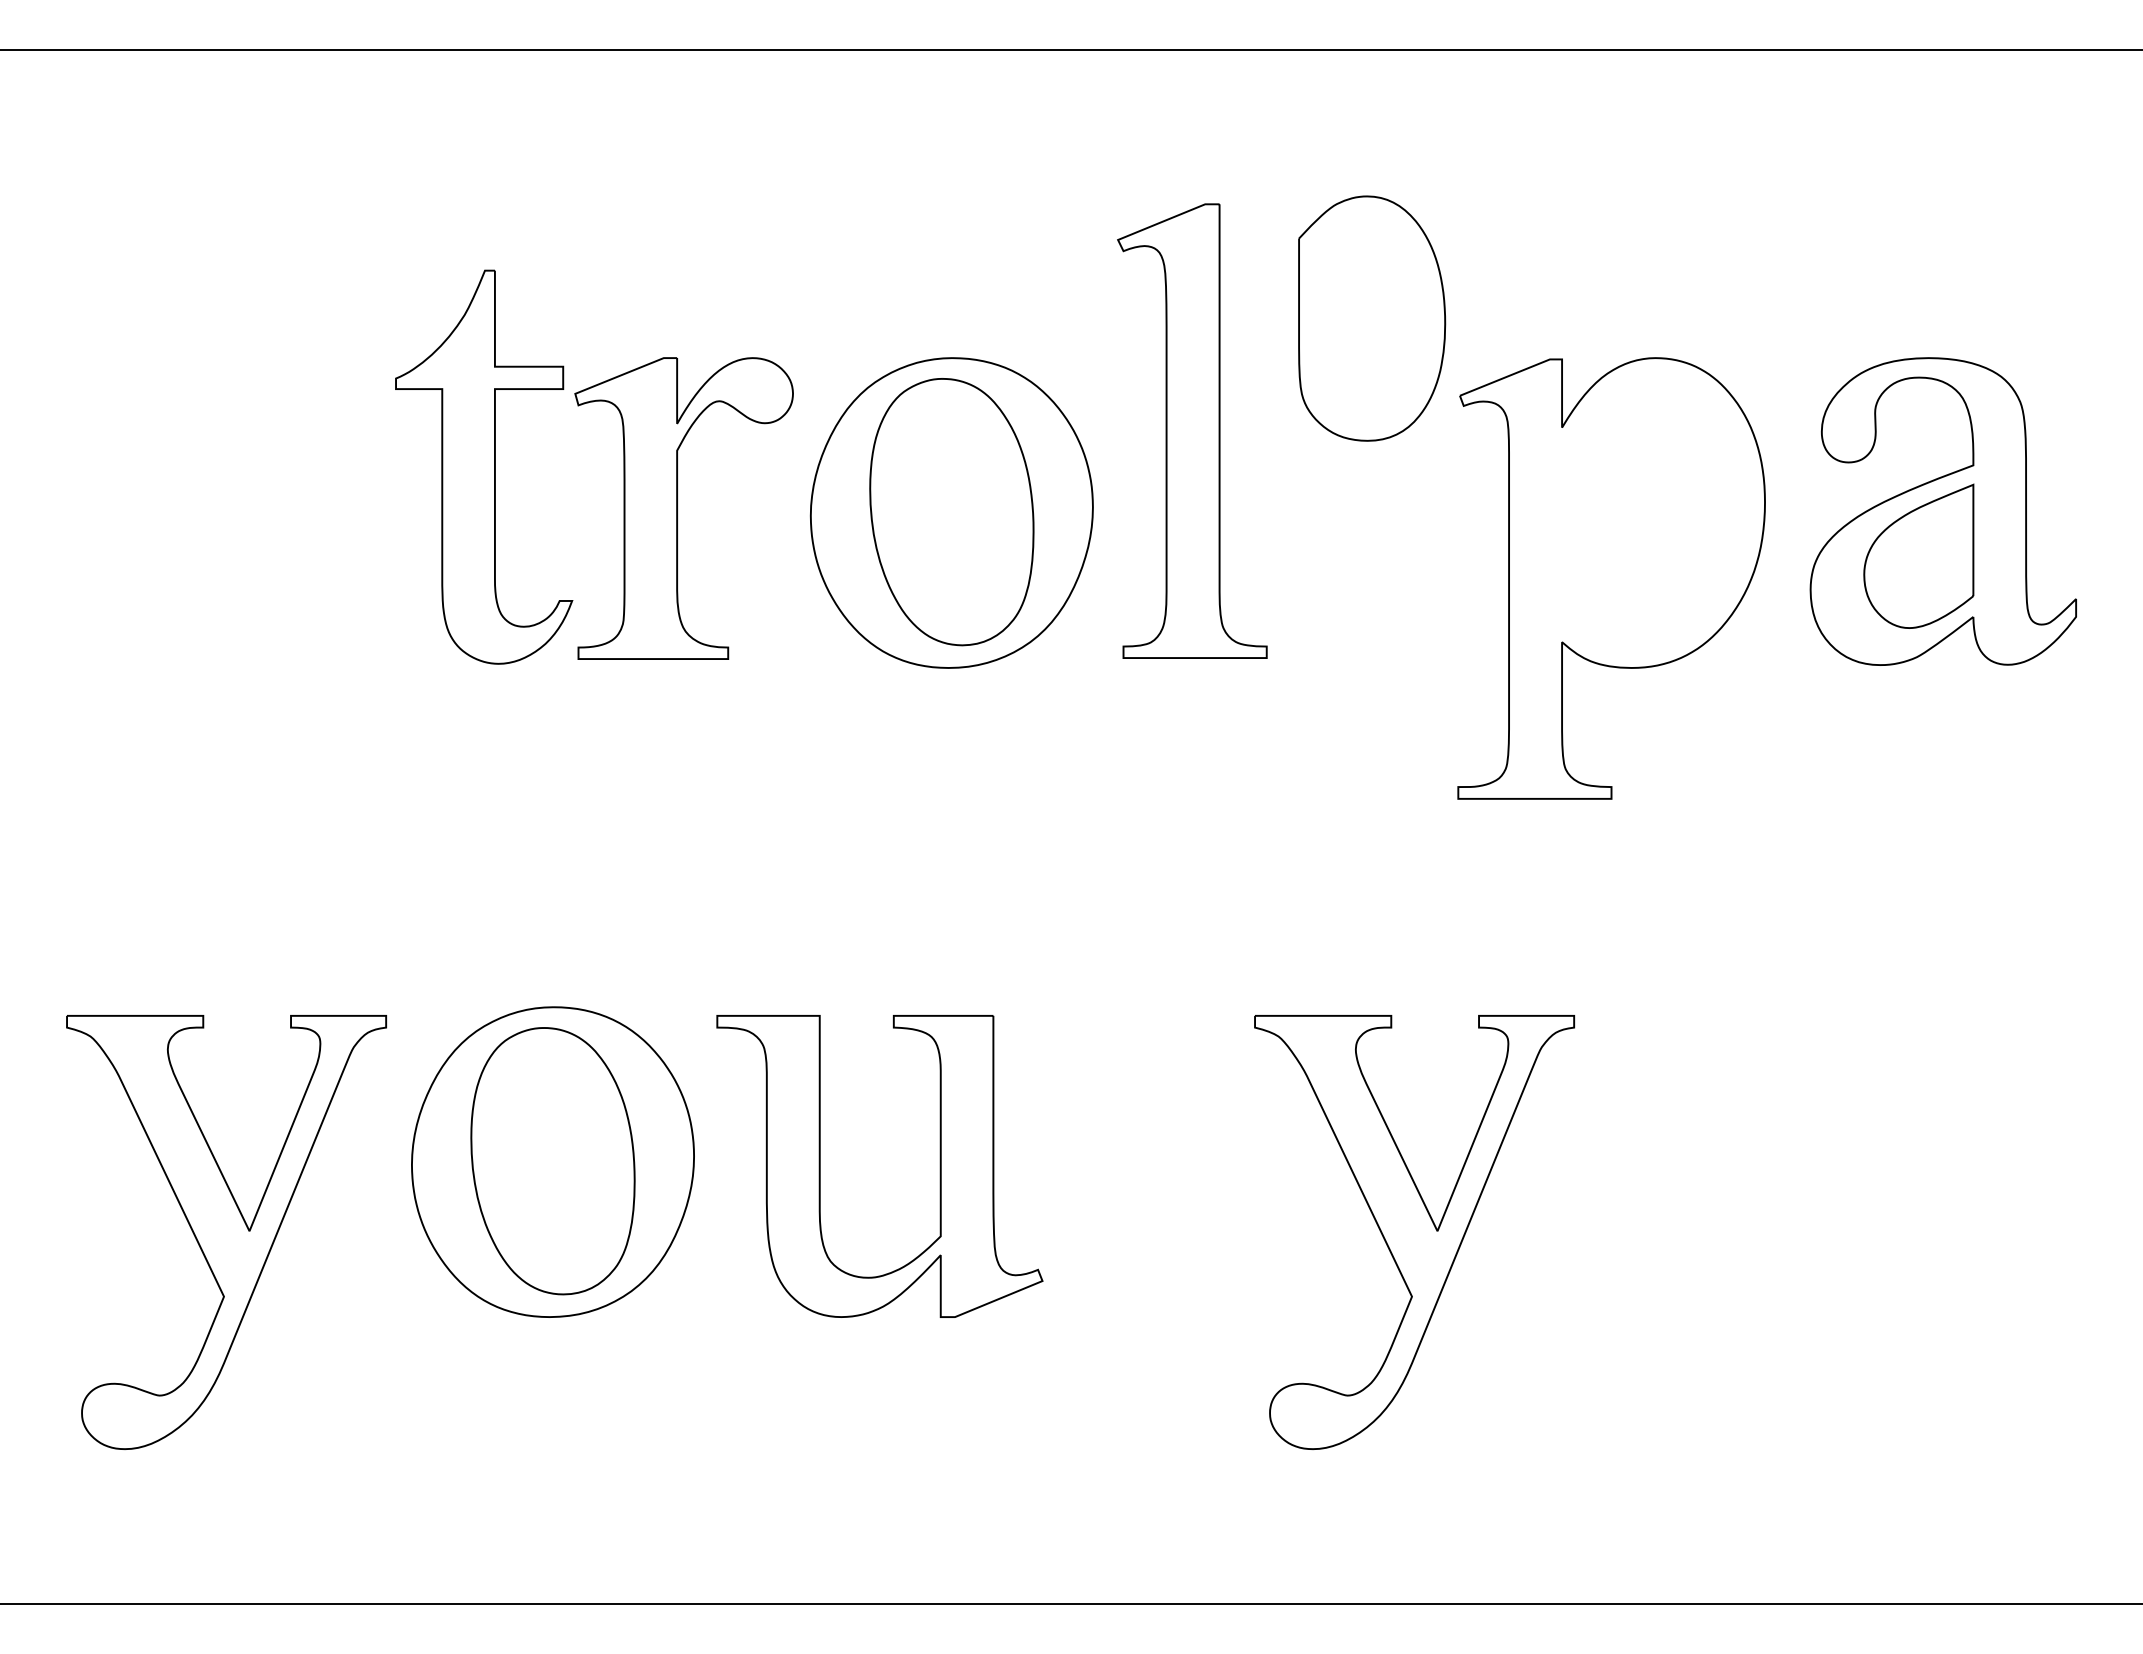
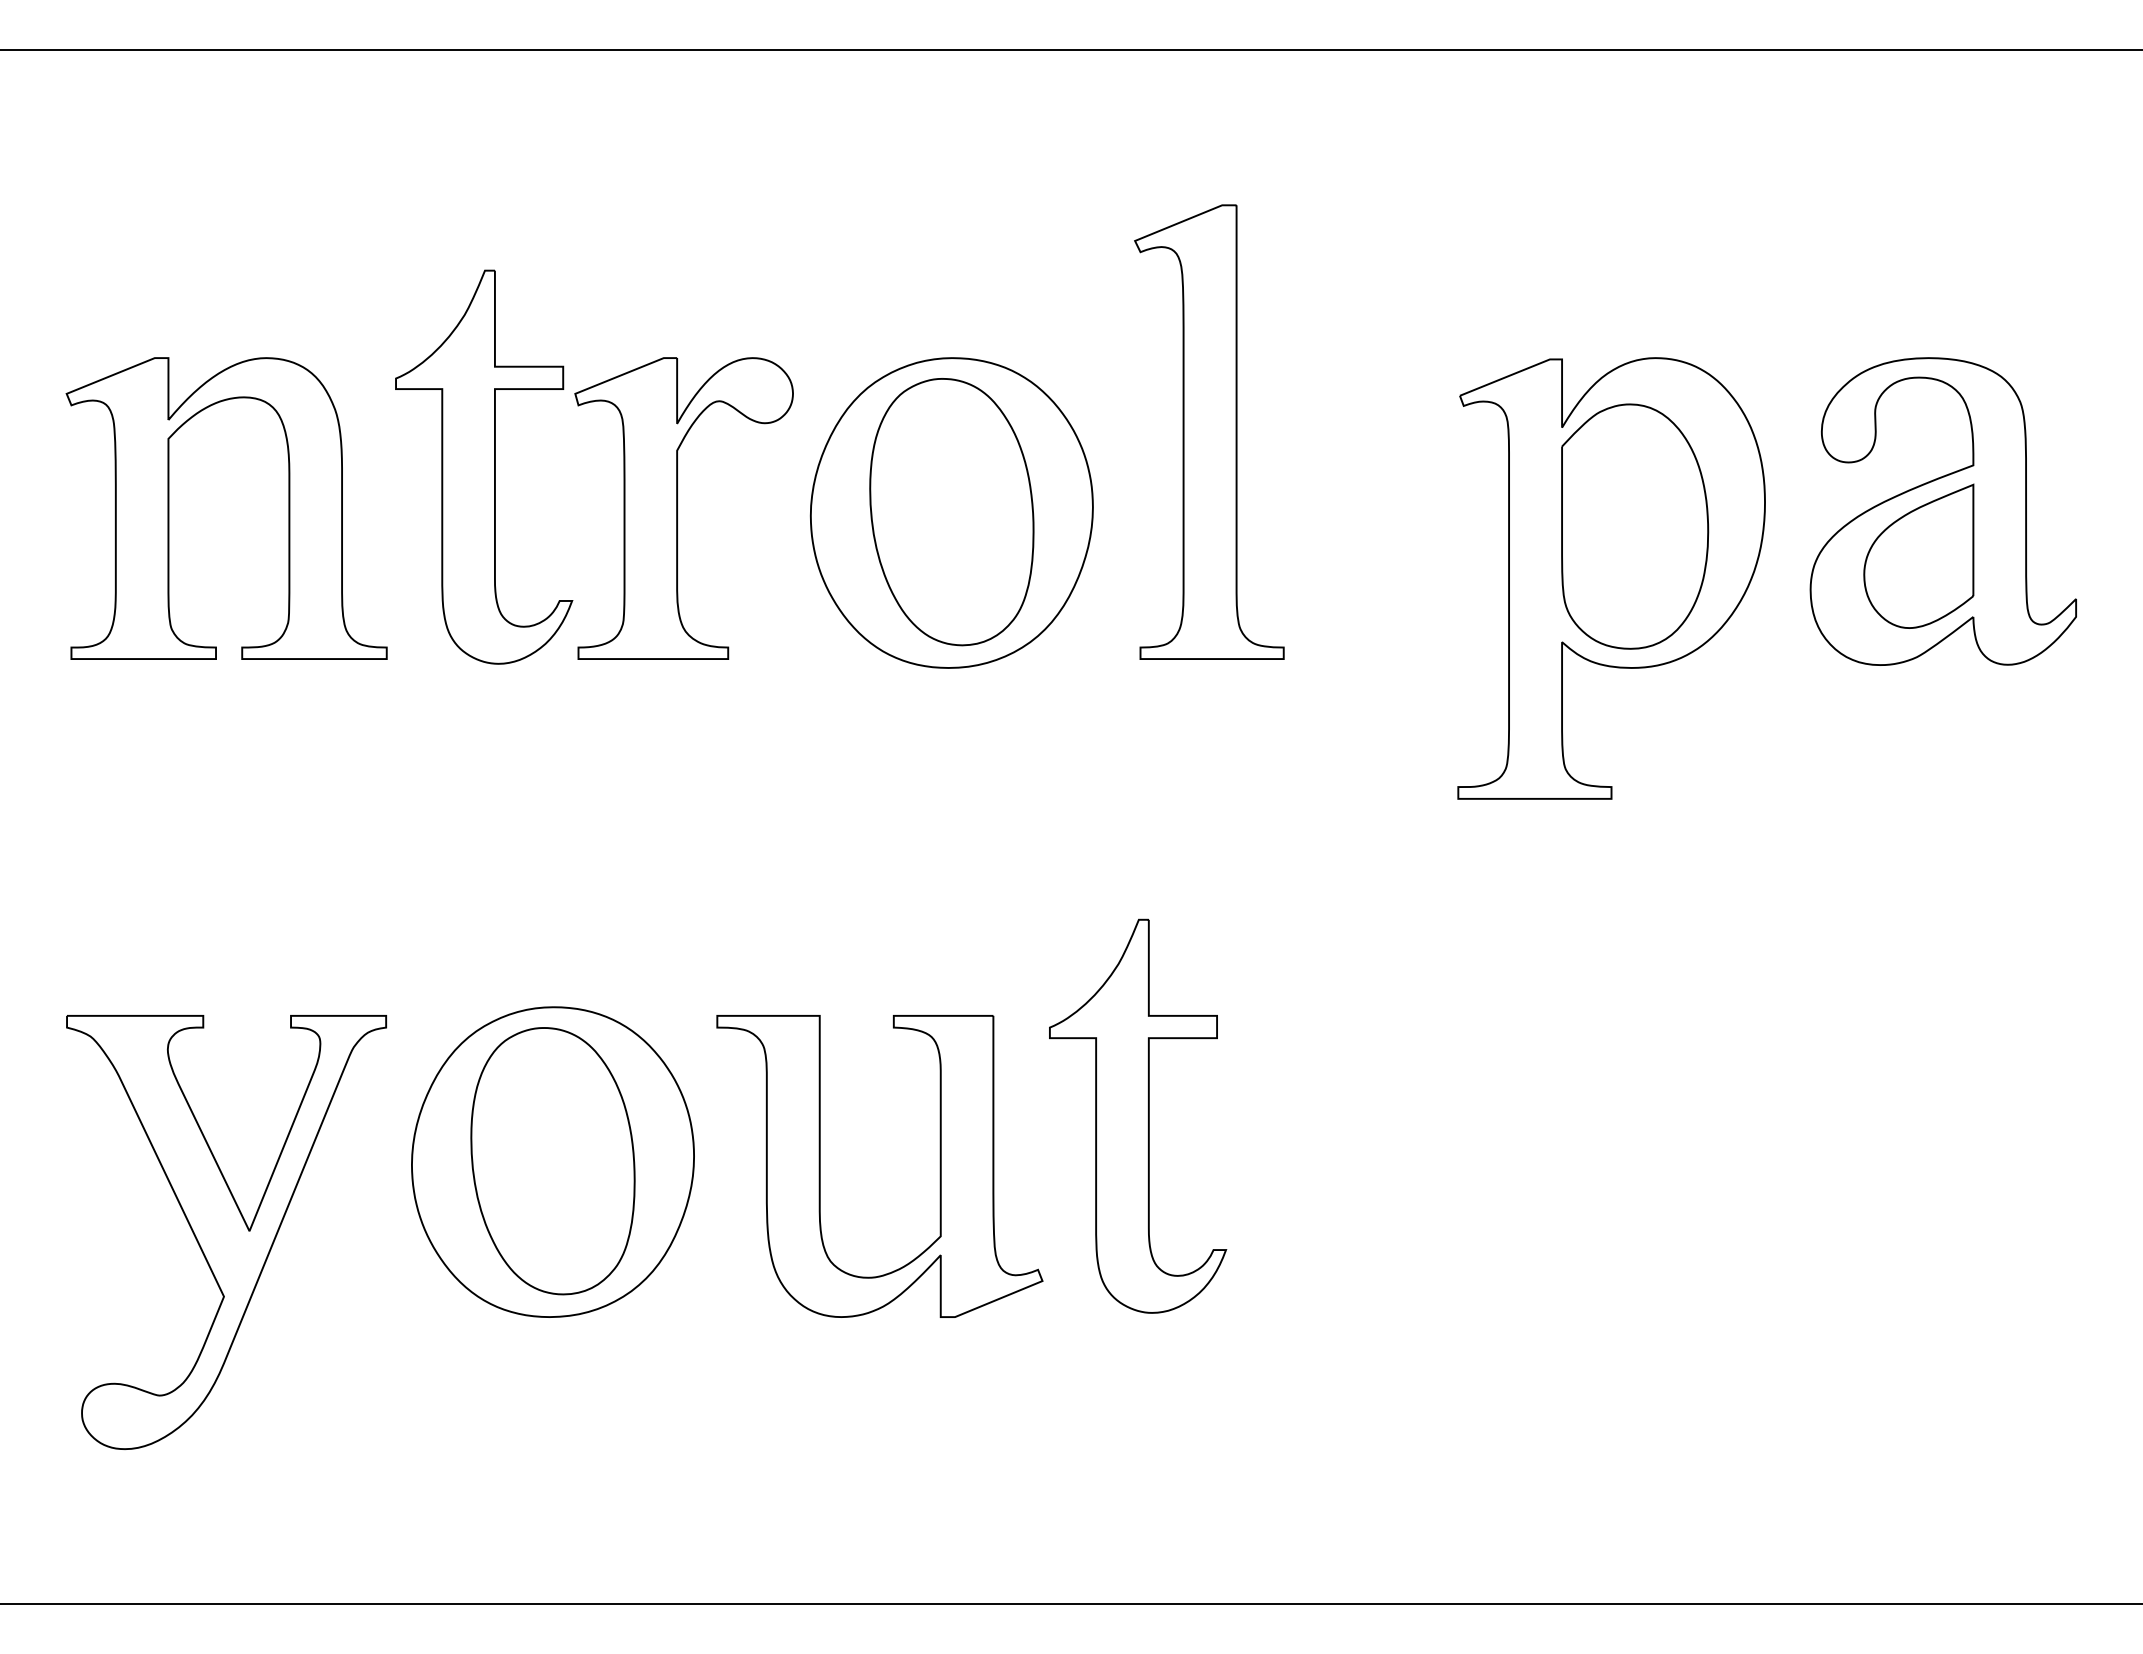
part at (1372, 318) position: (1372, 318) -> (1635, 526)
part at (1192, 430) position: (1192, 430) -> (1209, 431)
part at (169, 508): none -> present
part at (1138, 1115): none -> present
part at (1414, 1232): present -> none
